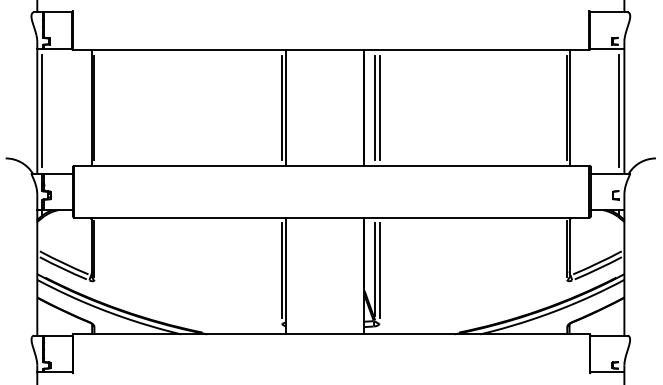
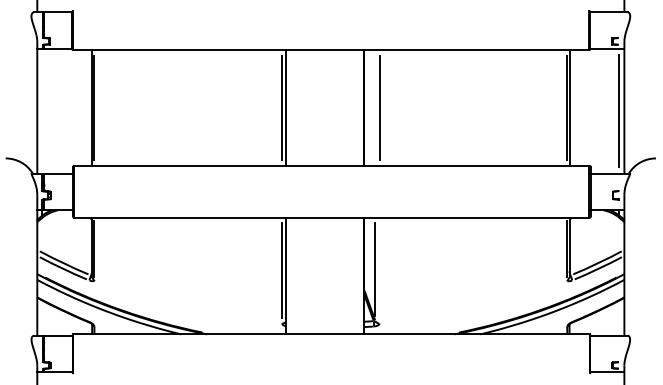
line at (375, 107): present -> none
line at (42, 111): present -> none
line at (379, 270): present -> none
